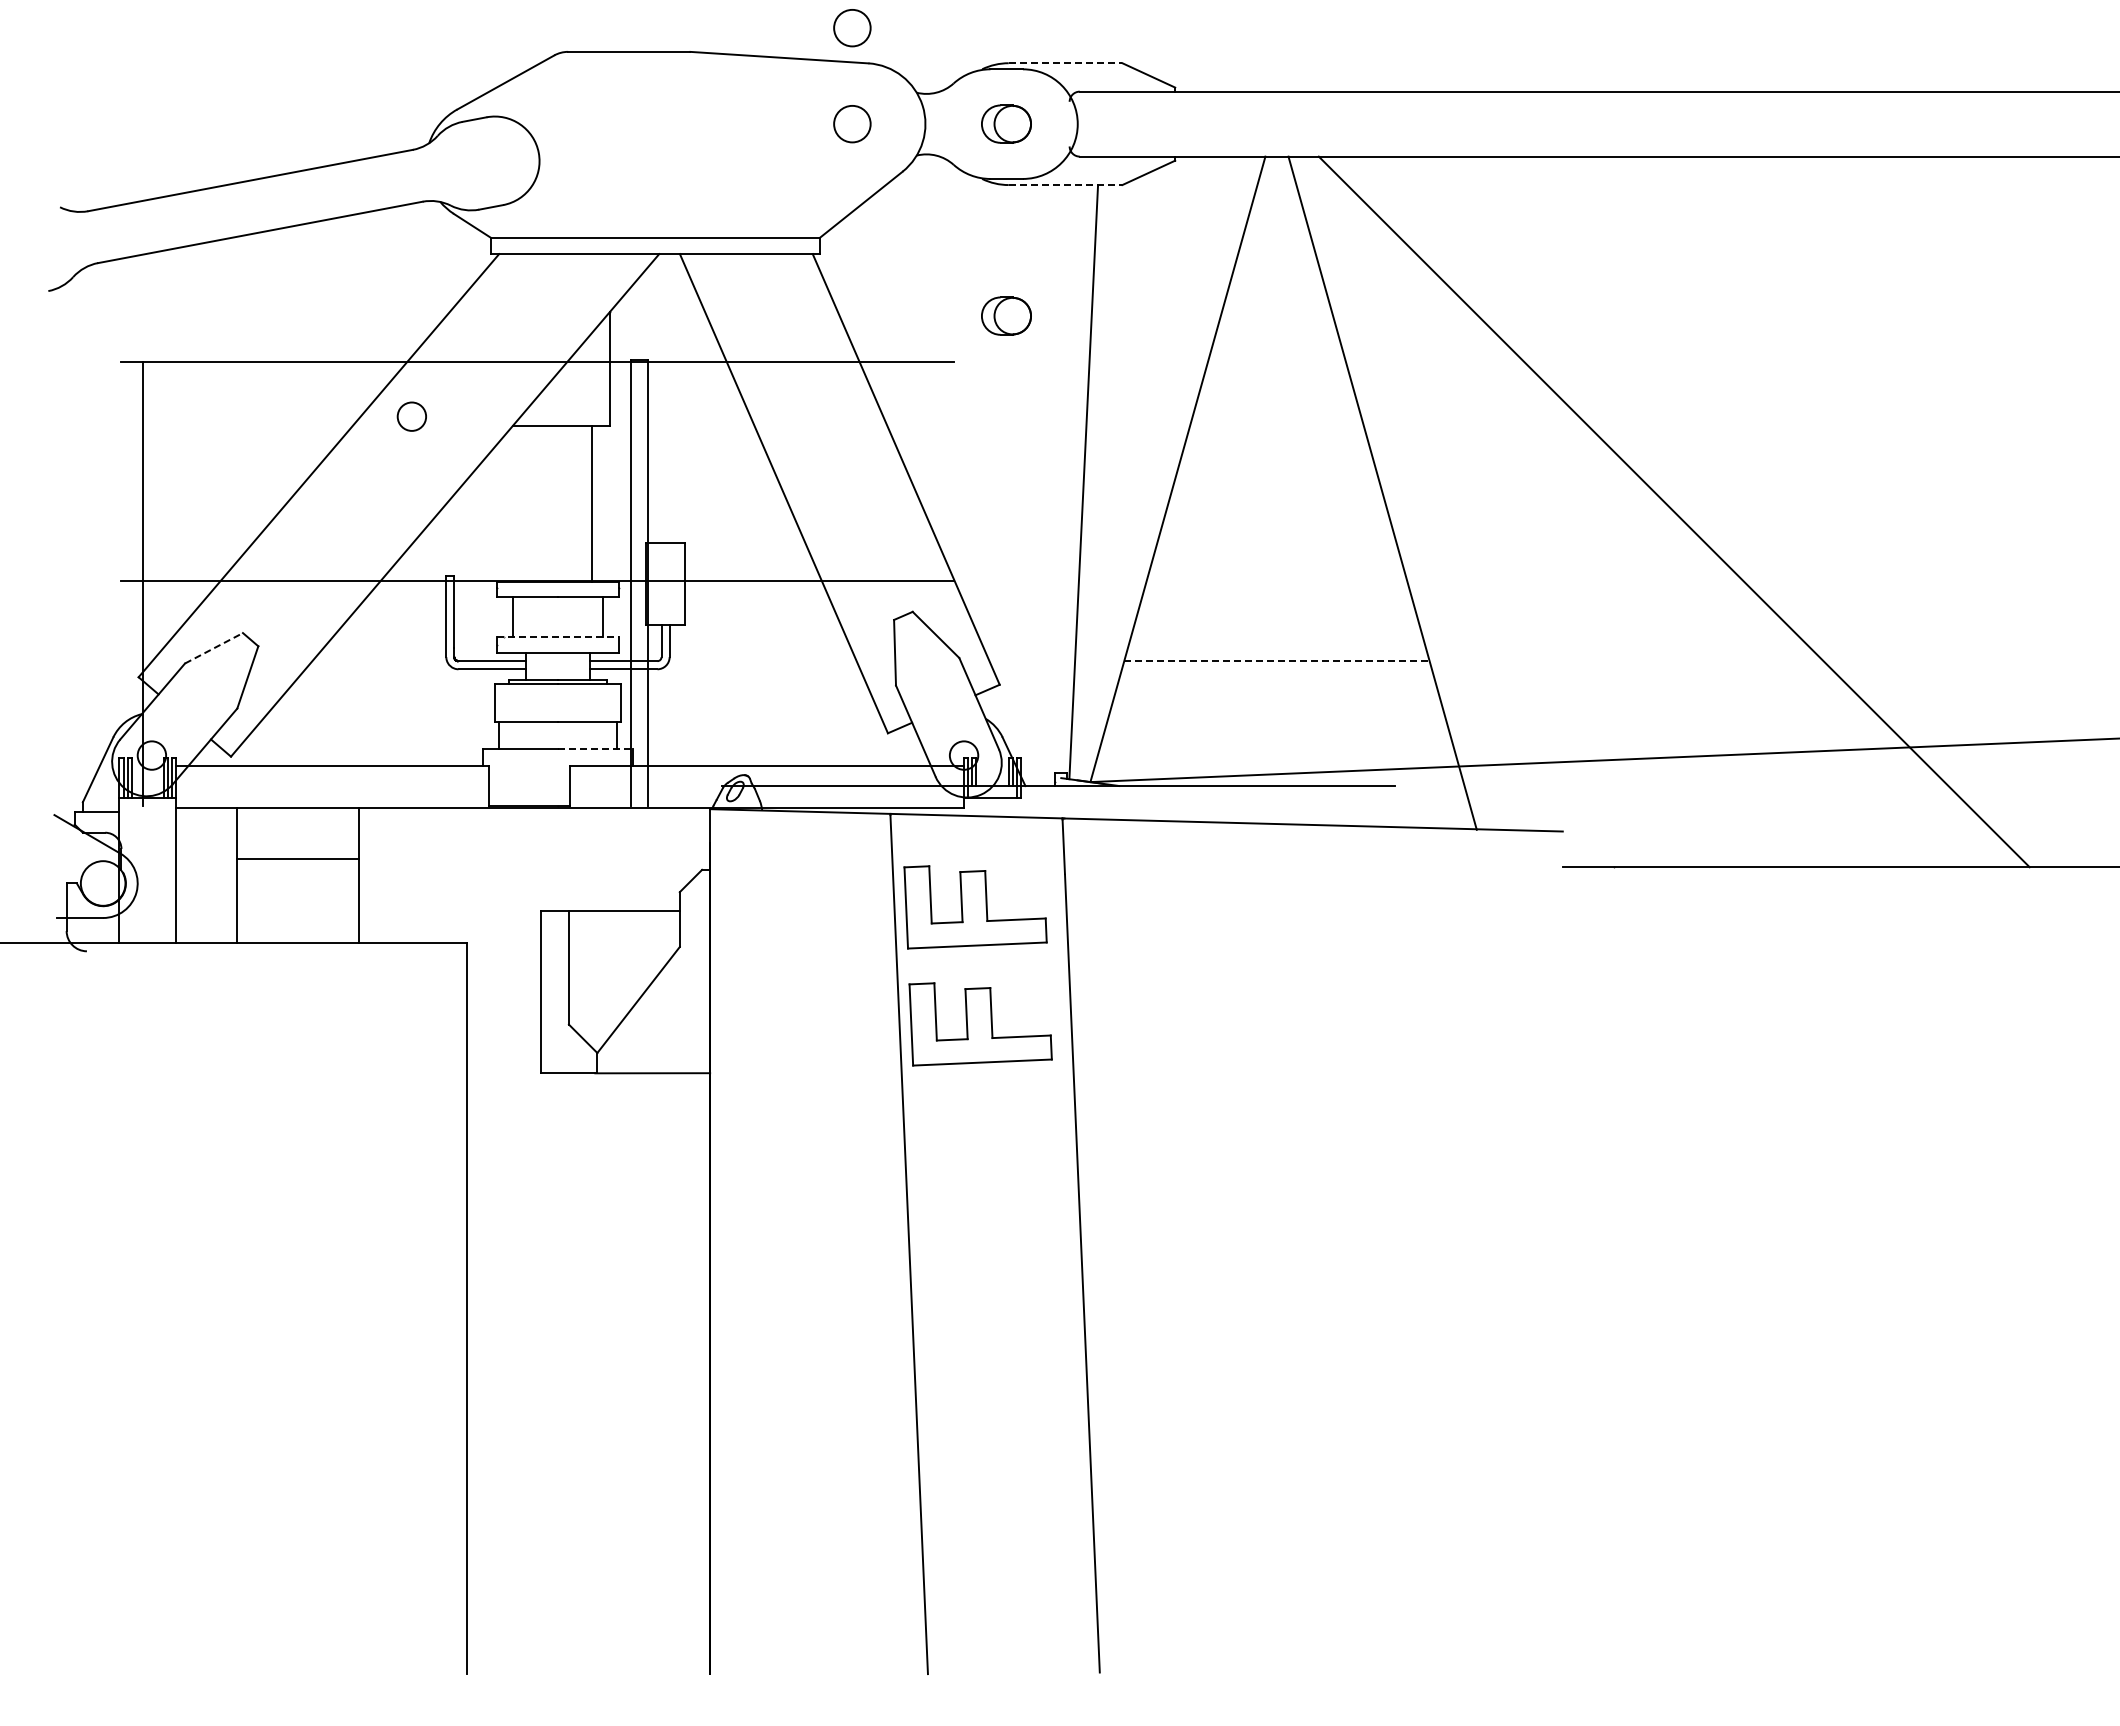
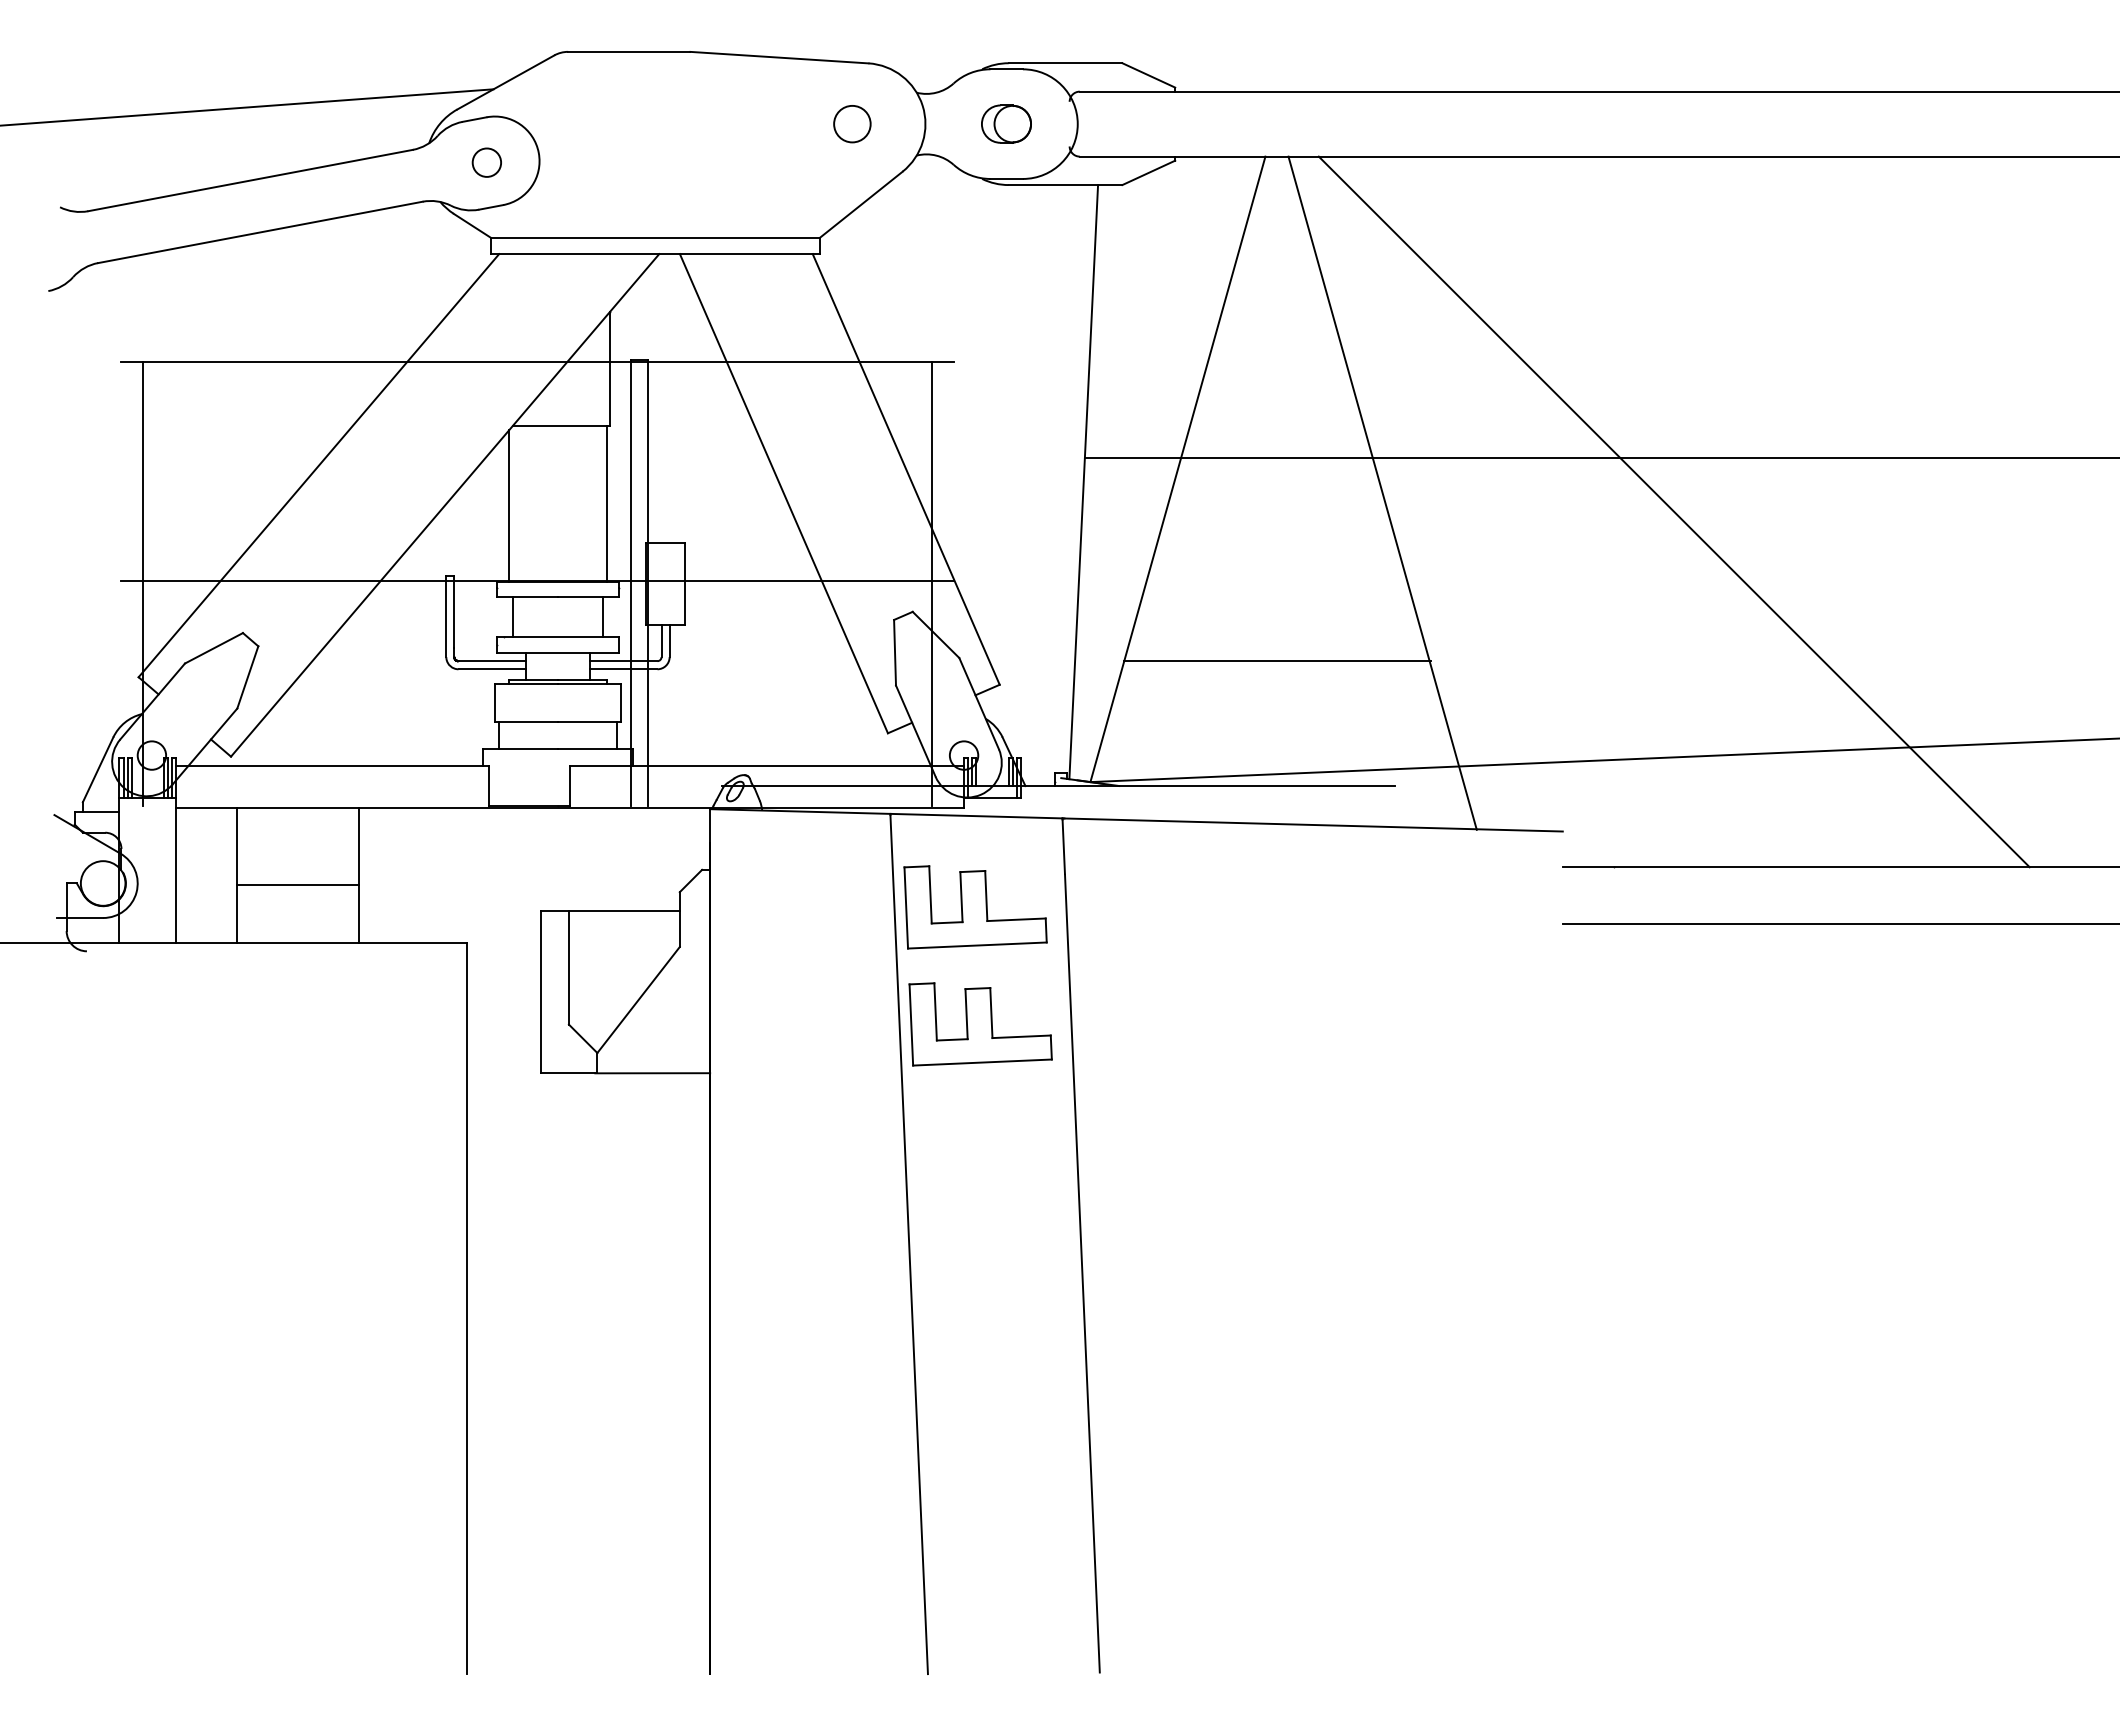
circle at (852, 28): present -> none
line at (1065, 63): dashed -> solid
line at (247, 107): none -> present
line at (1065, 185): dashed -> solid
part at (1006, 315): present -> none
circle at (411, 416) position: (411, 416) -> (486, 162)
line at (1600, 458): none -> present
line at (591, 503) position: (591, 503) -> (606, 503)
line at (509, 506): none -> present
line at (932, 583): none -> present
line at (557, 636): dashed -> solid
line at (213, 648): dashed -> solid
line at (1277, 661): dashed -> solid
line at (595, 748): dashed -> solid
line at (298, 858) position: (298, 858) -> (298, 884)
line at (1839, 924): none -> present
